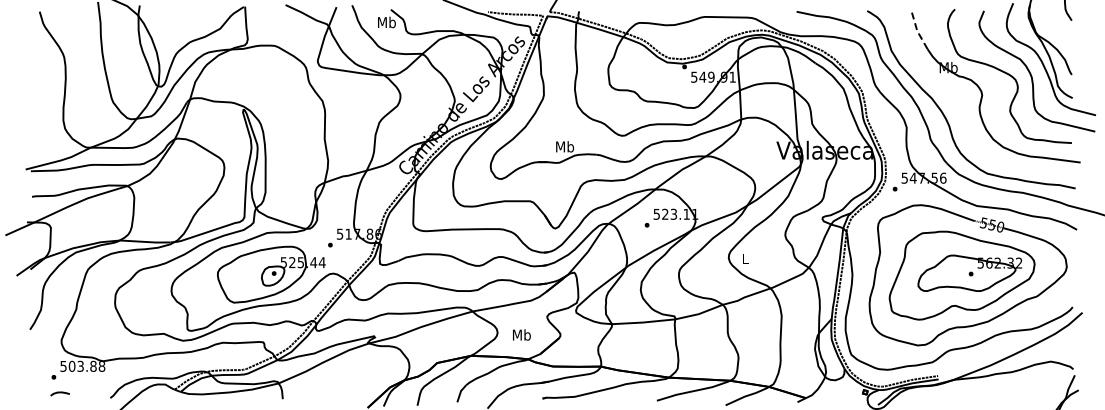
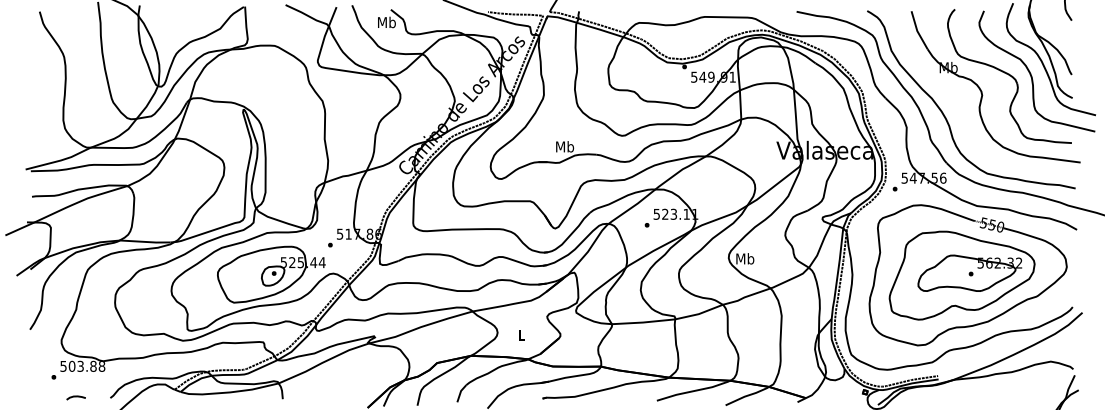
line at (917, 31): dashed -> solid
text at (745, 258): L -> Mb
text at (521, 334): Mb -> L
curve at (59, 393) position: (59, 393) -> (75, 397)
